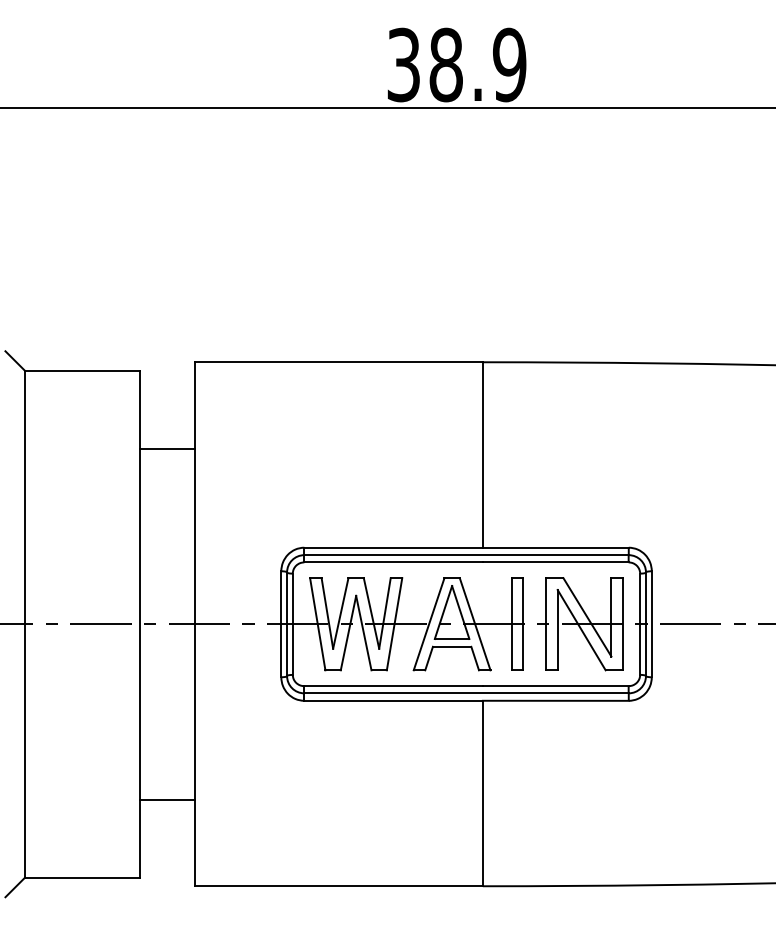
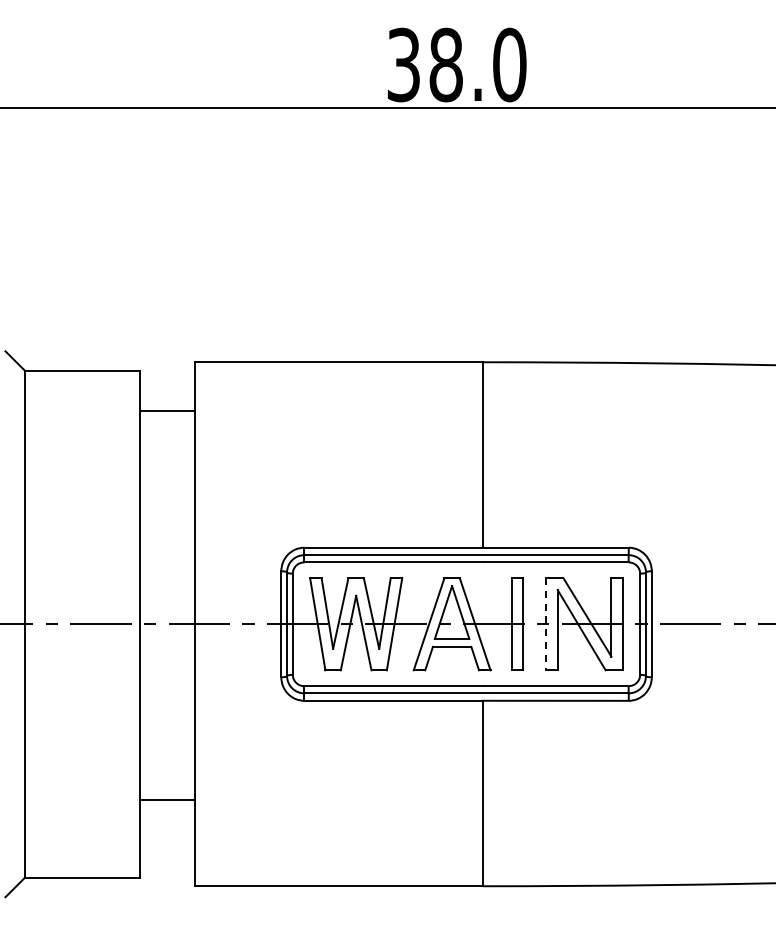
text at (509, 64): 38.9 -> 38.0
line at (167, 448) position: (167, 448) -> (167, 410)
line at (546, 624): solid -> dashed
